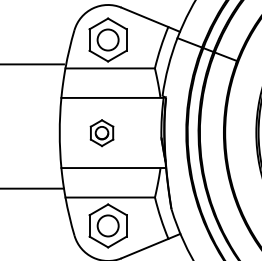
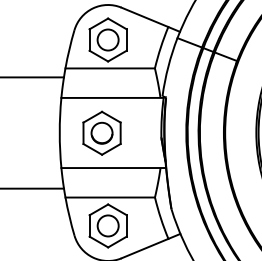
line at (32, 64) position: (32, 64) -> (32, 77)
part at (101, 133) size: 26x29 px -> 40x46 px
